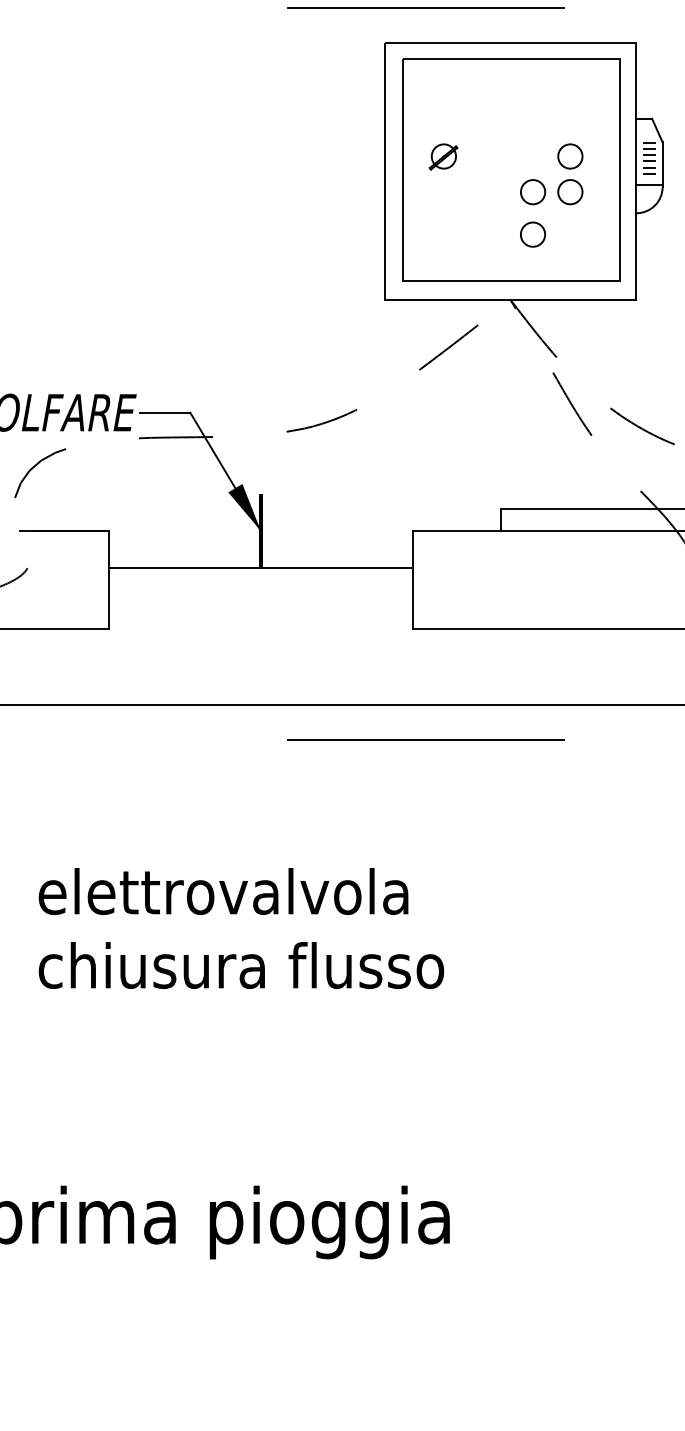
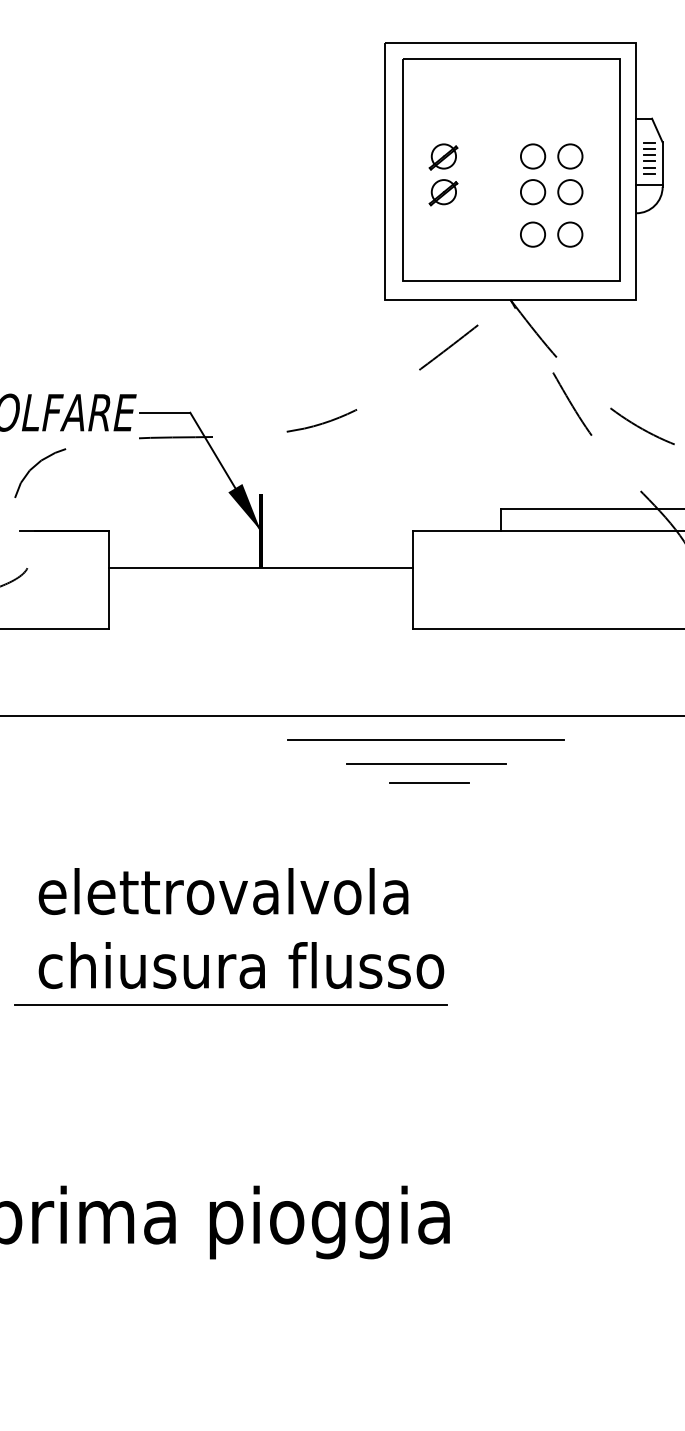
line at (425, 7): present -> none
circle at (533, 156): none -> present
part at (443, 192): none -> present
circle at (570, 234): none -> present
line at (341, 705) position: (341, 705) -> (341, 716)
line at (425, 763): none -> present
line at (428, 783): none -> present
line at (230, 1004): none -> present
